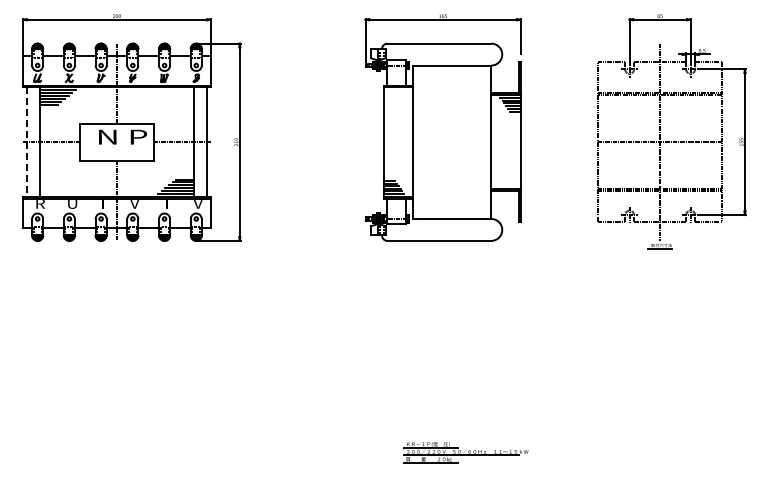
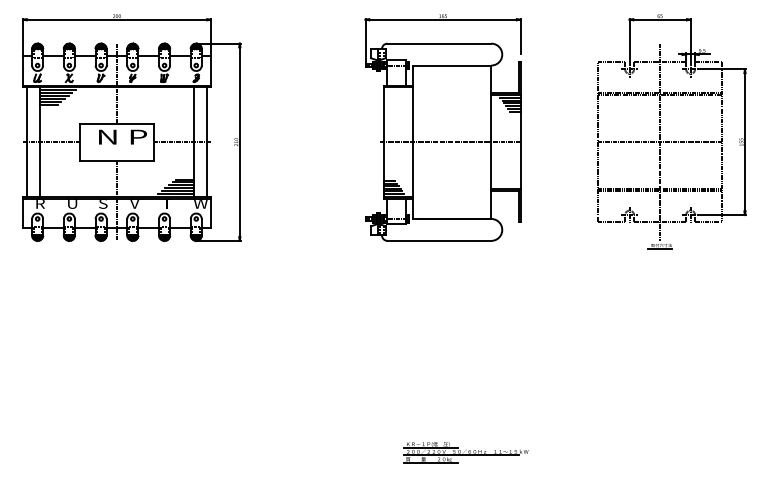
line at (26, 142): dashed -> solid
line at (450, 142): none -> present
text at (103, 204): T -> S
text at (200, 204): V -> W
